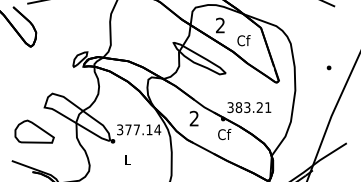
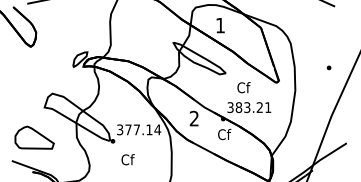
text at (220, 25): 2 -> 1
text at (243, 40) position: (243, 40) -> (243, 87)
part at (34, 131) position: (34, 131) -> (34, 137)
text at (127, 159): L -> Cf
